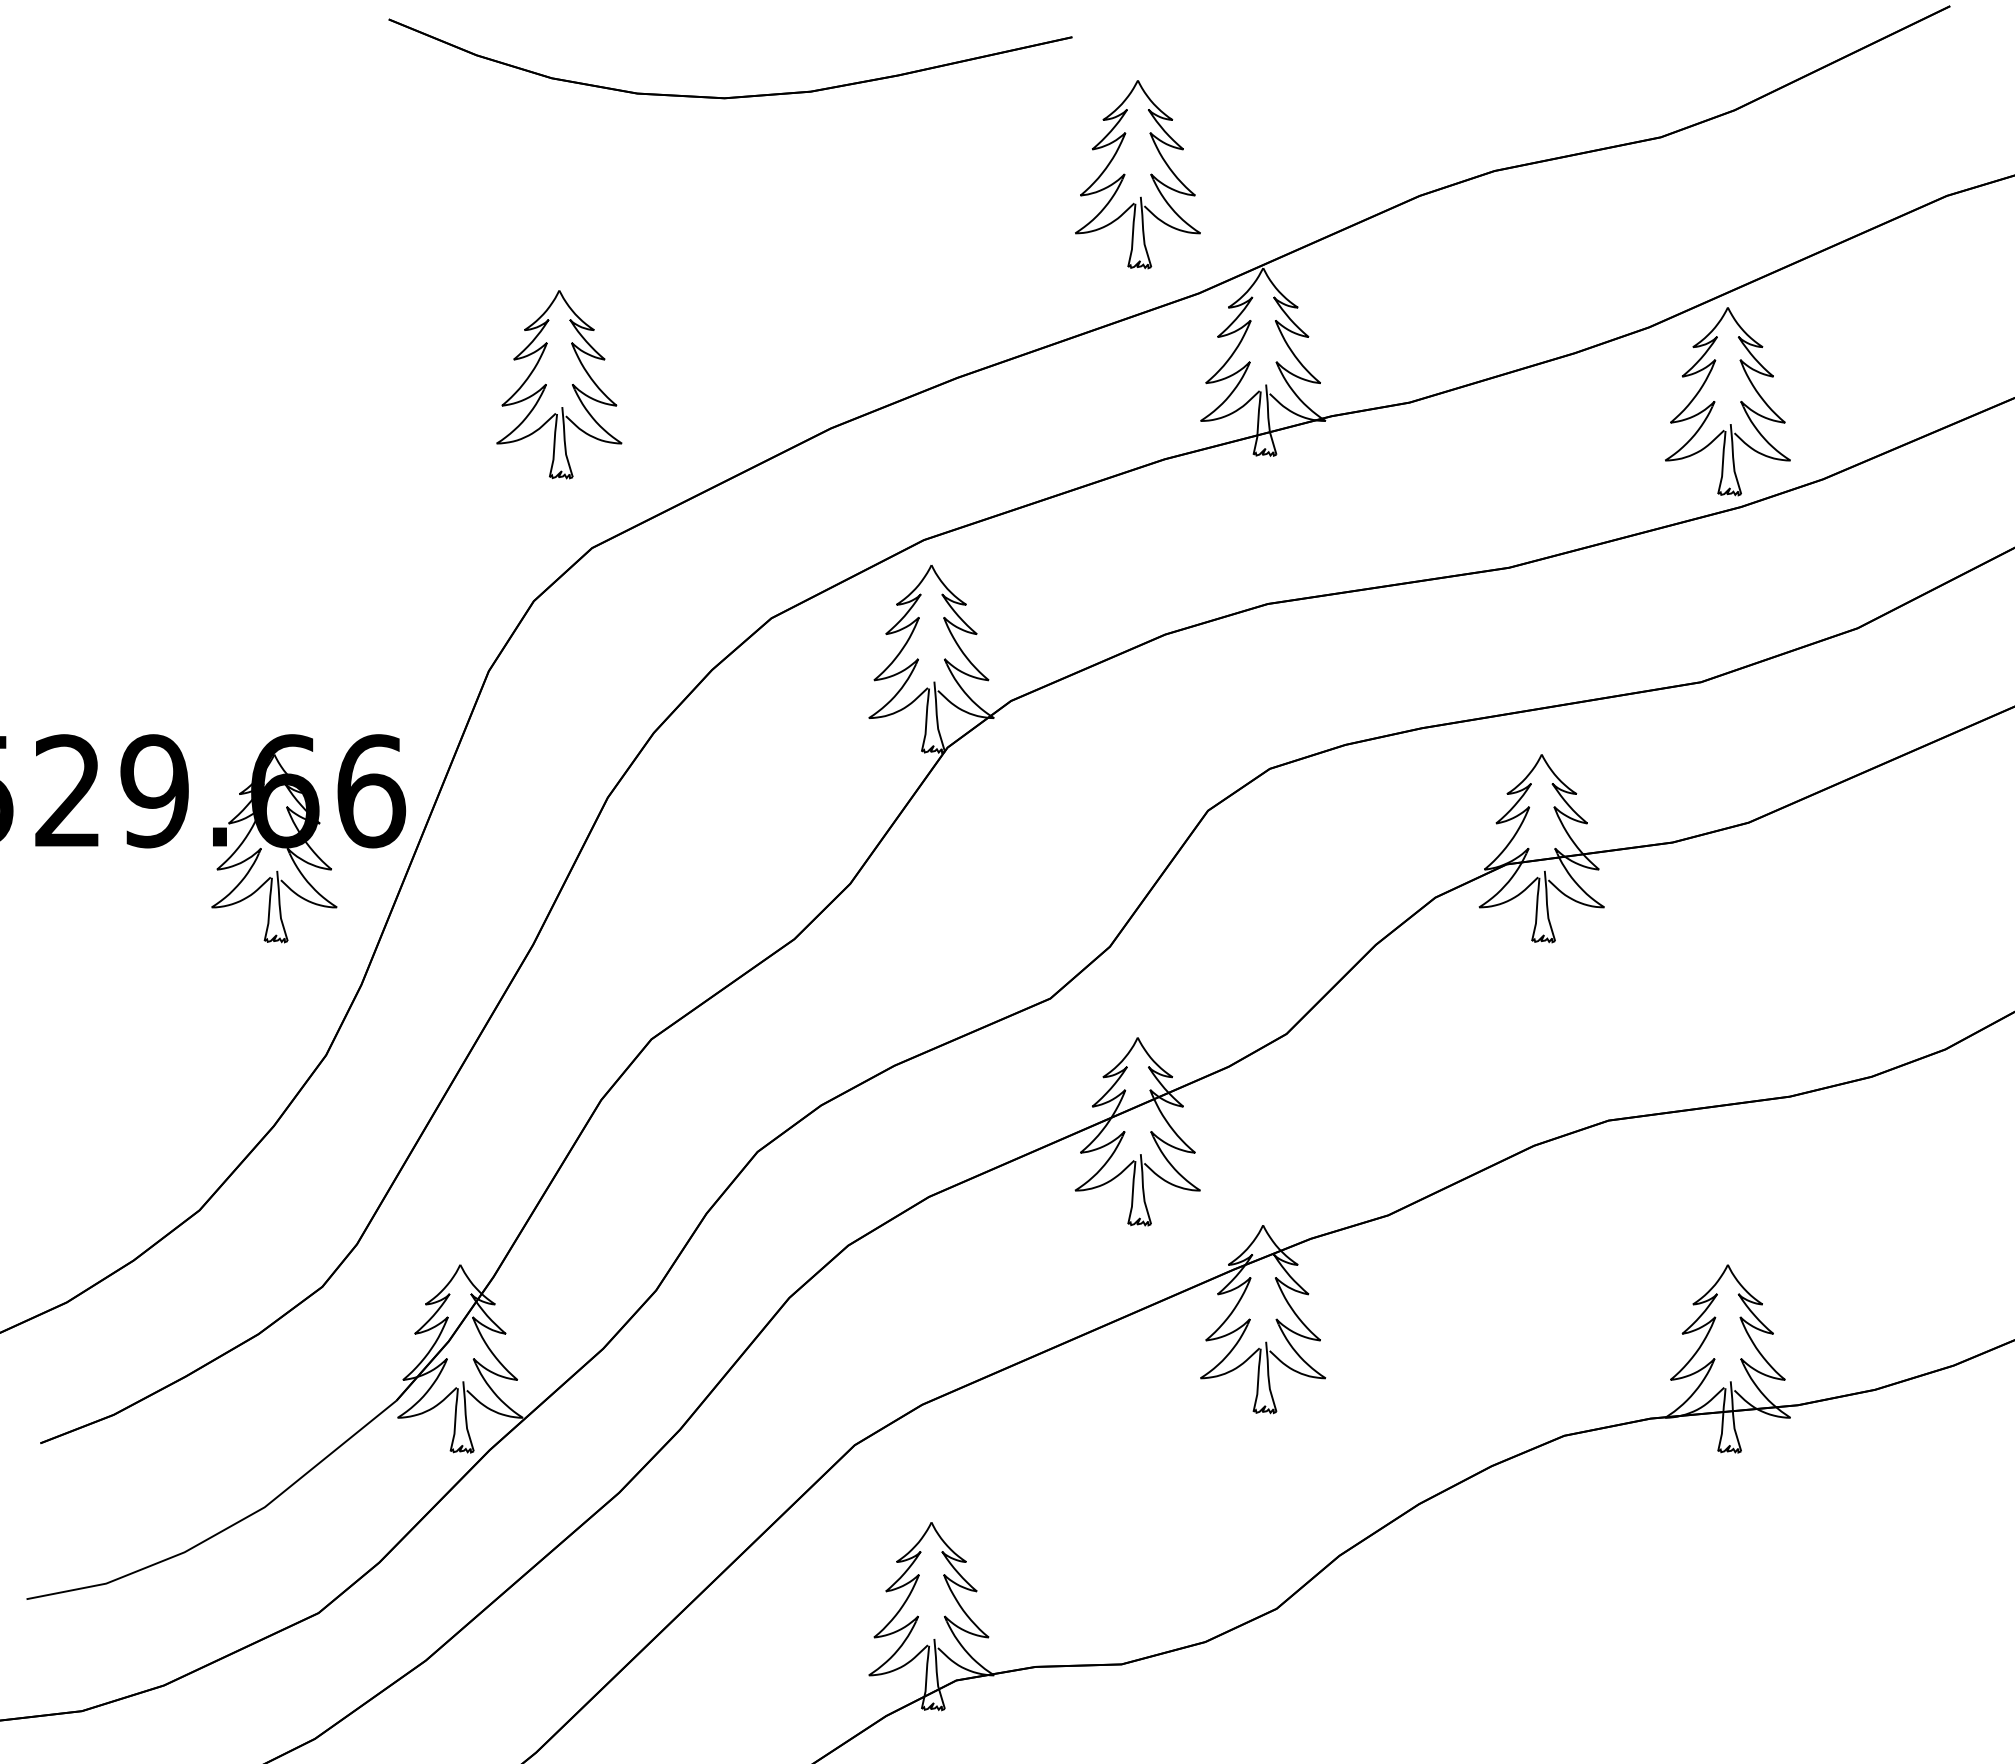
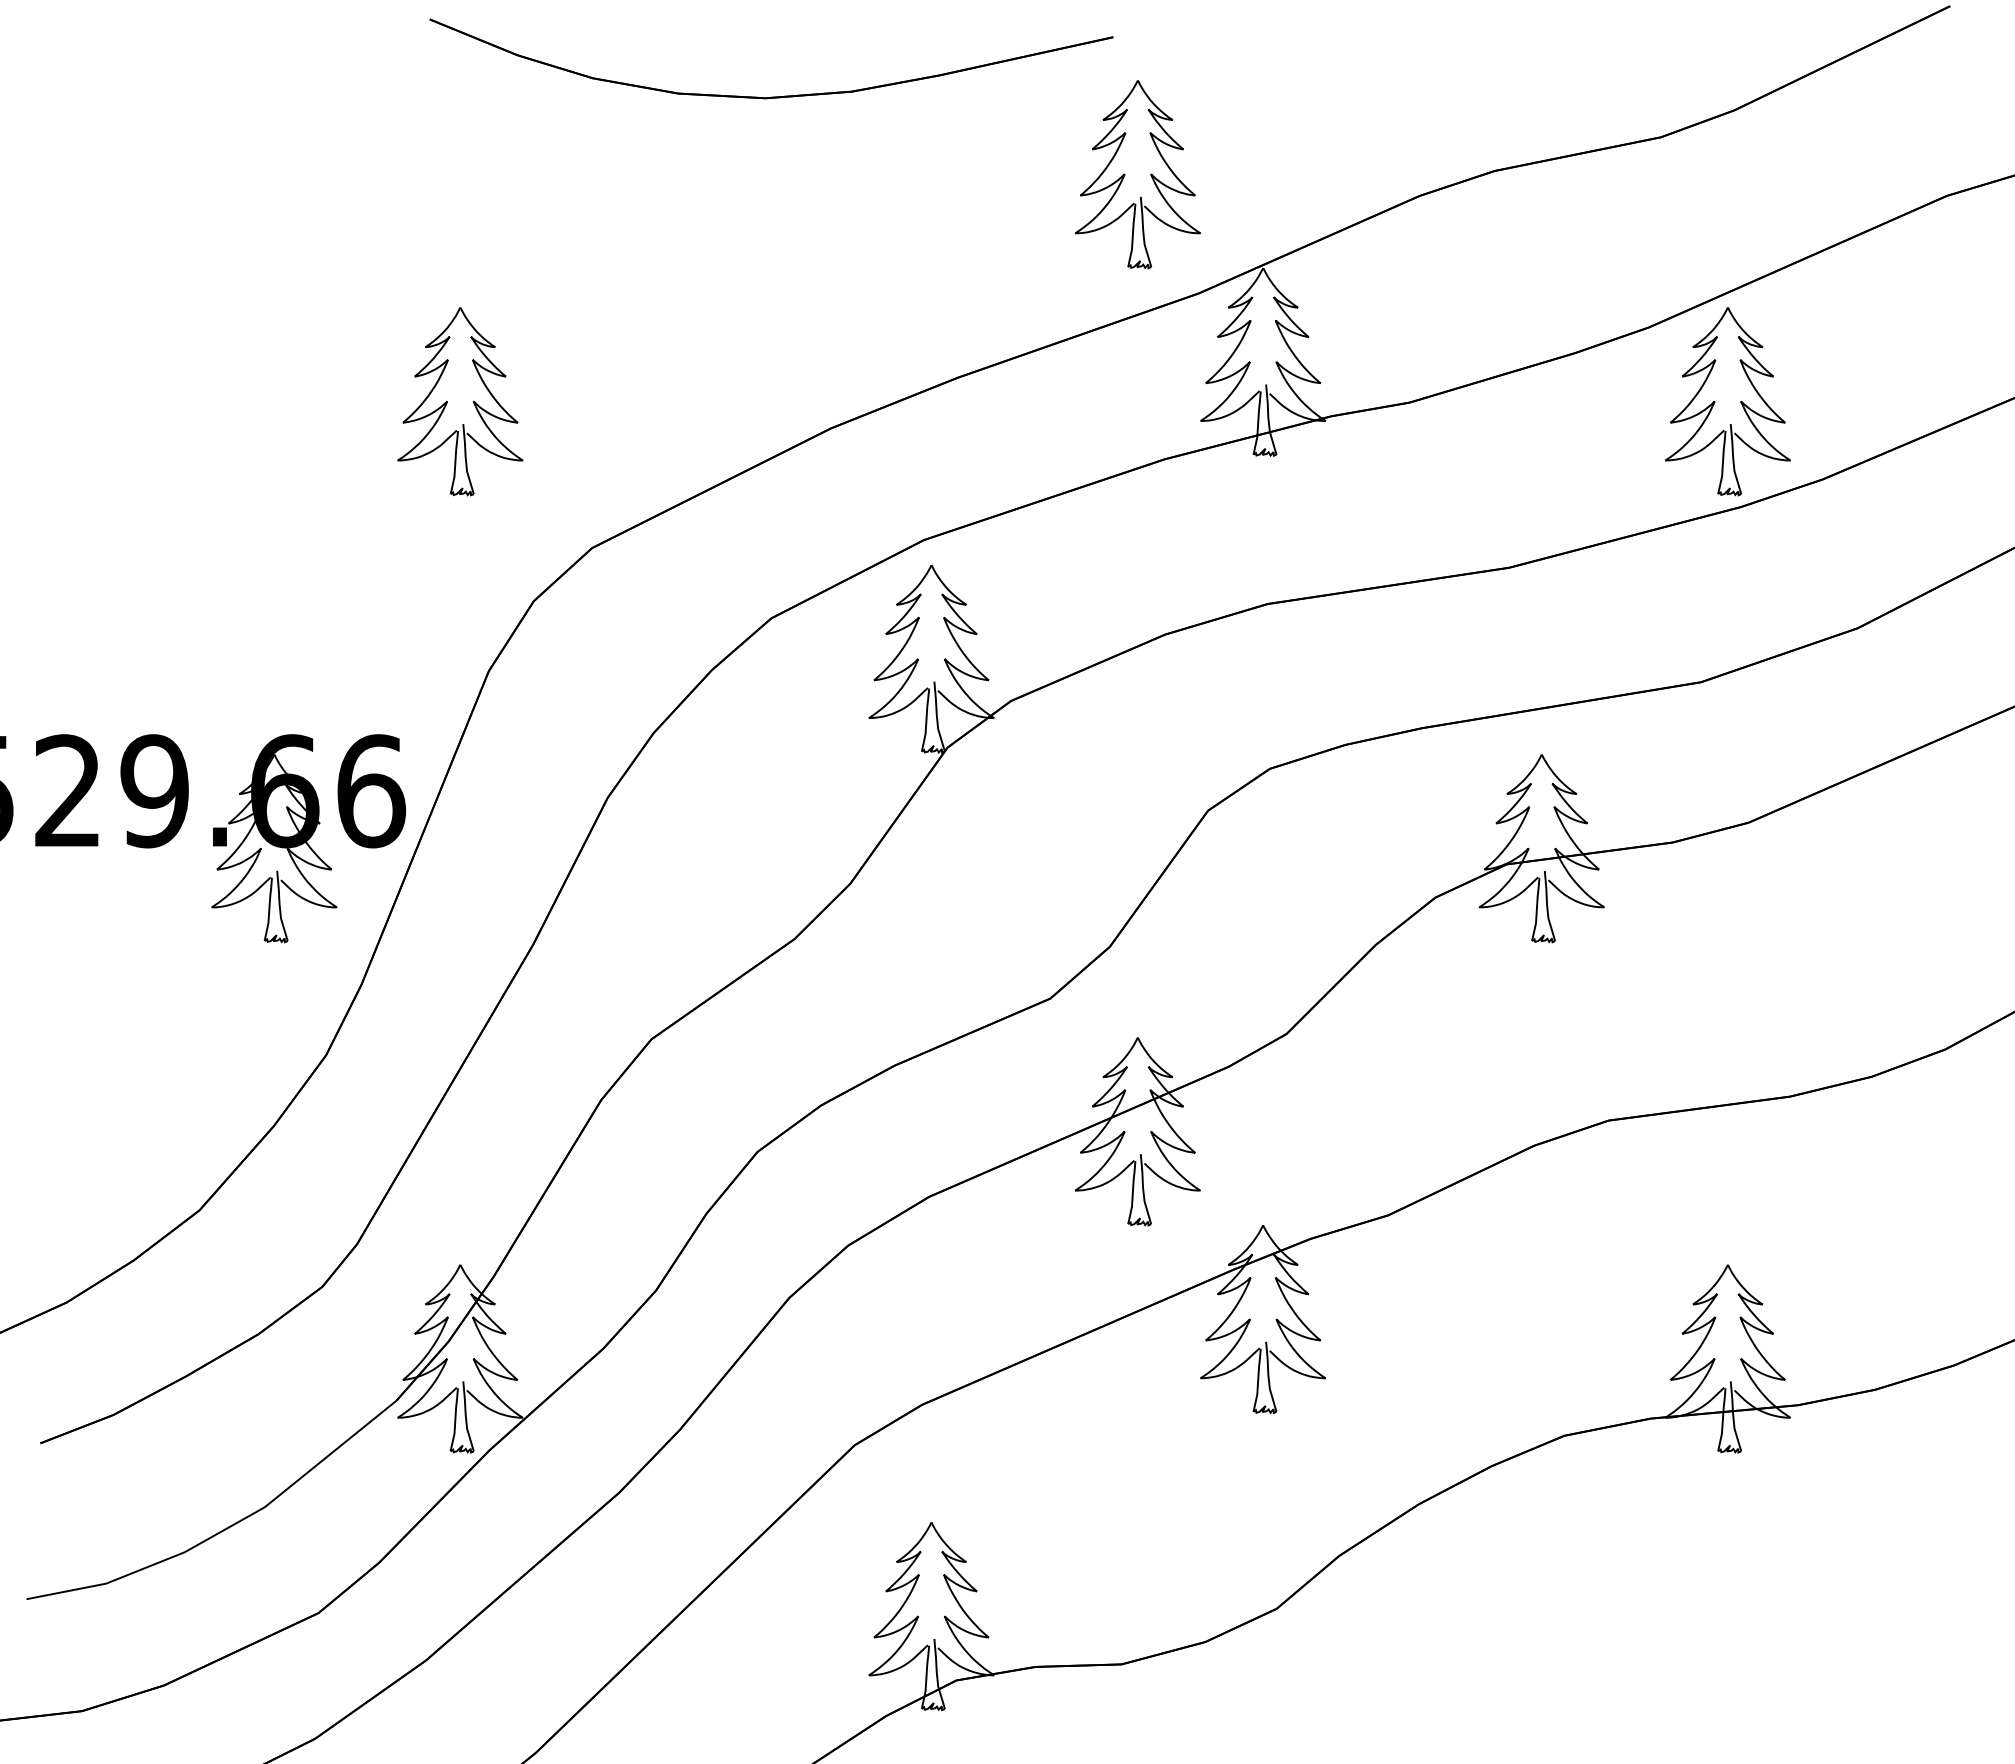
part at (730, 96) position: (730, 96) -> (771, 96)
part at (559, 384) position: (559, 384) -> (460, 401)
